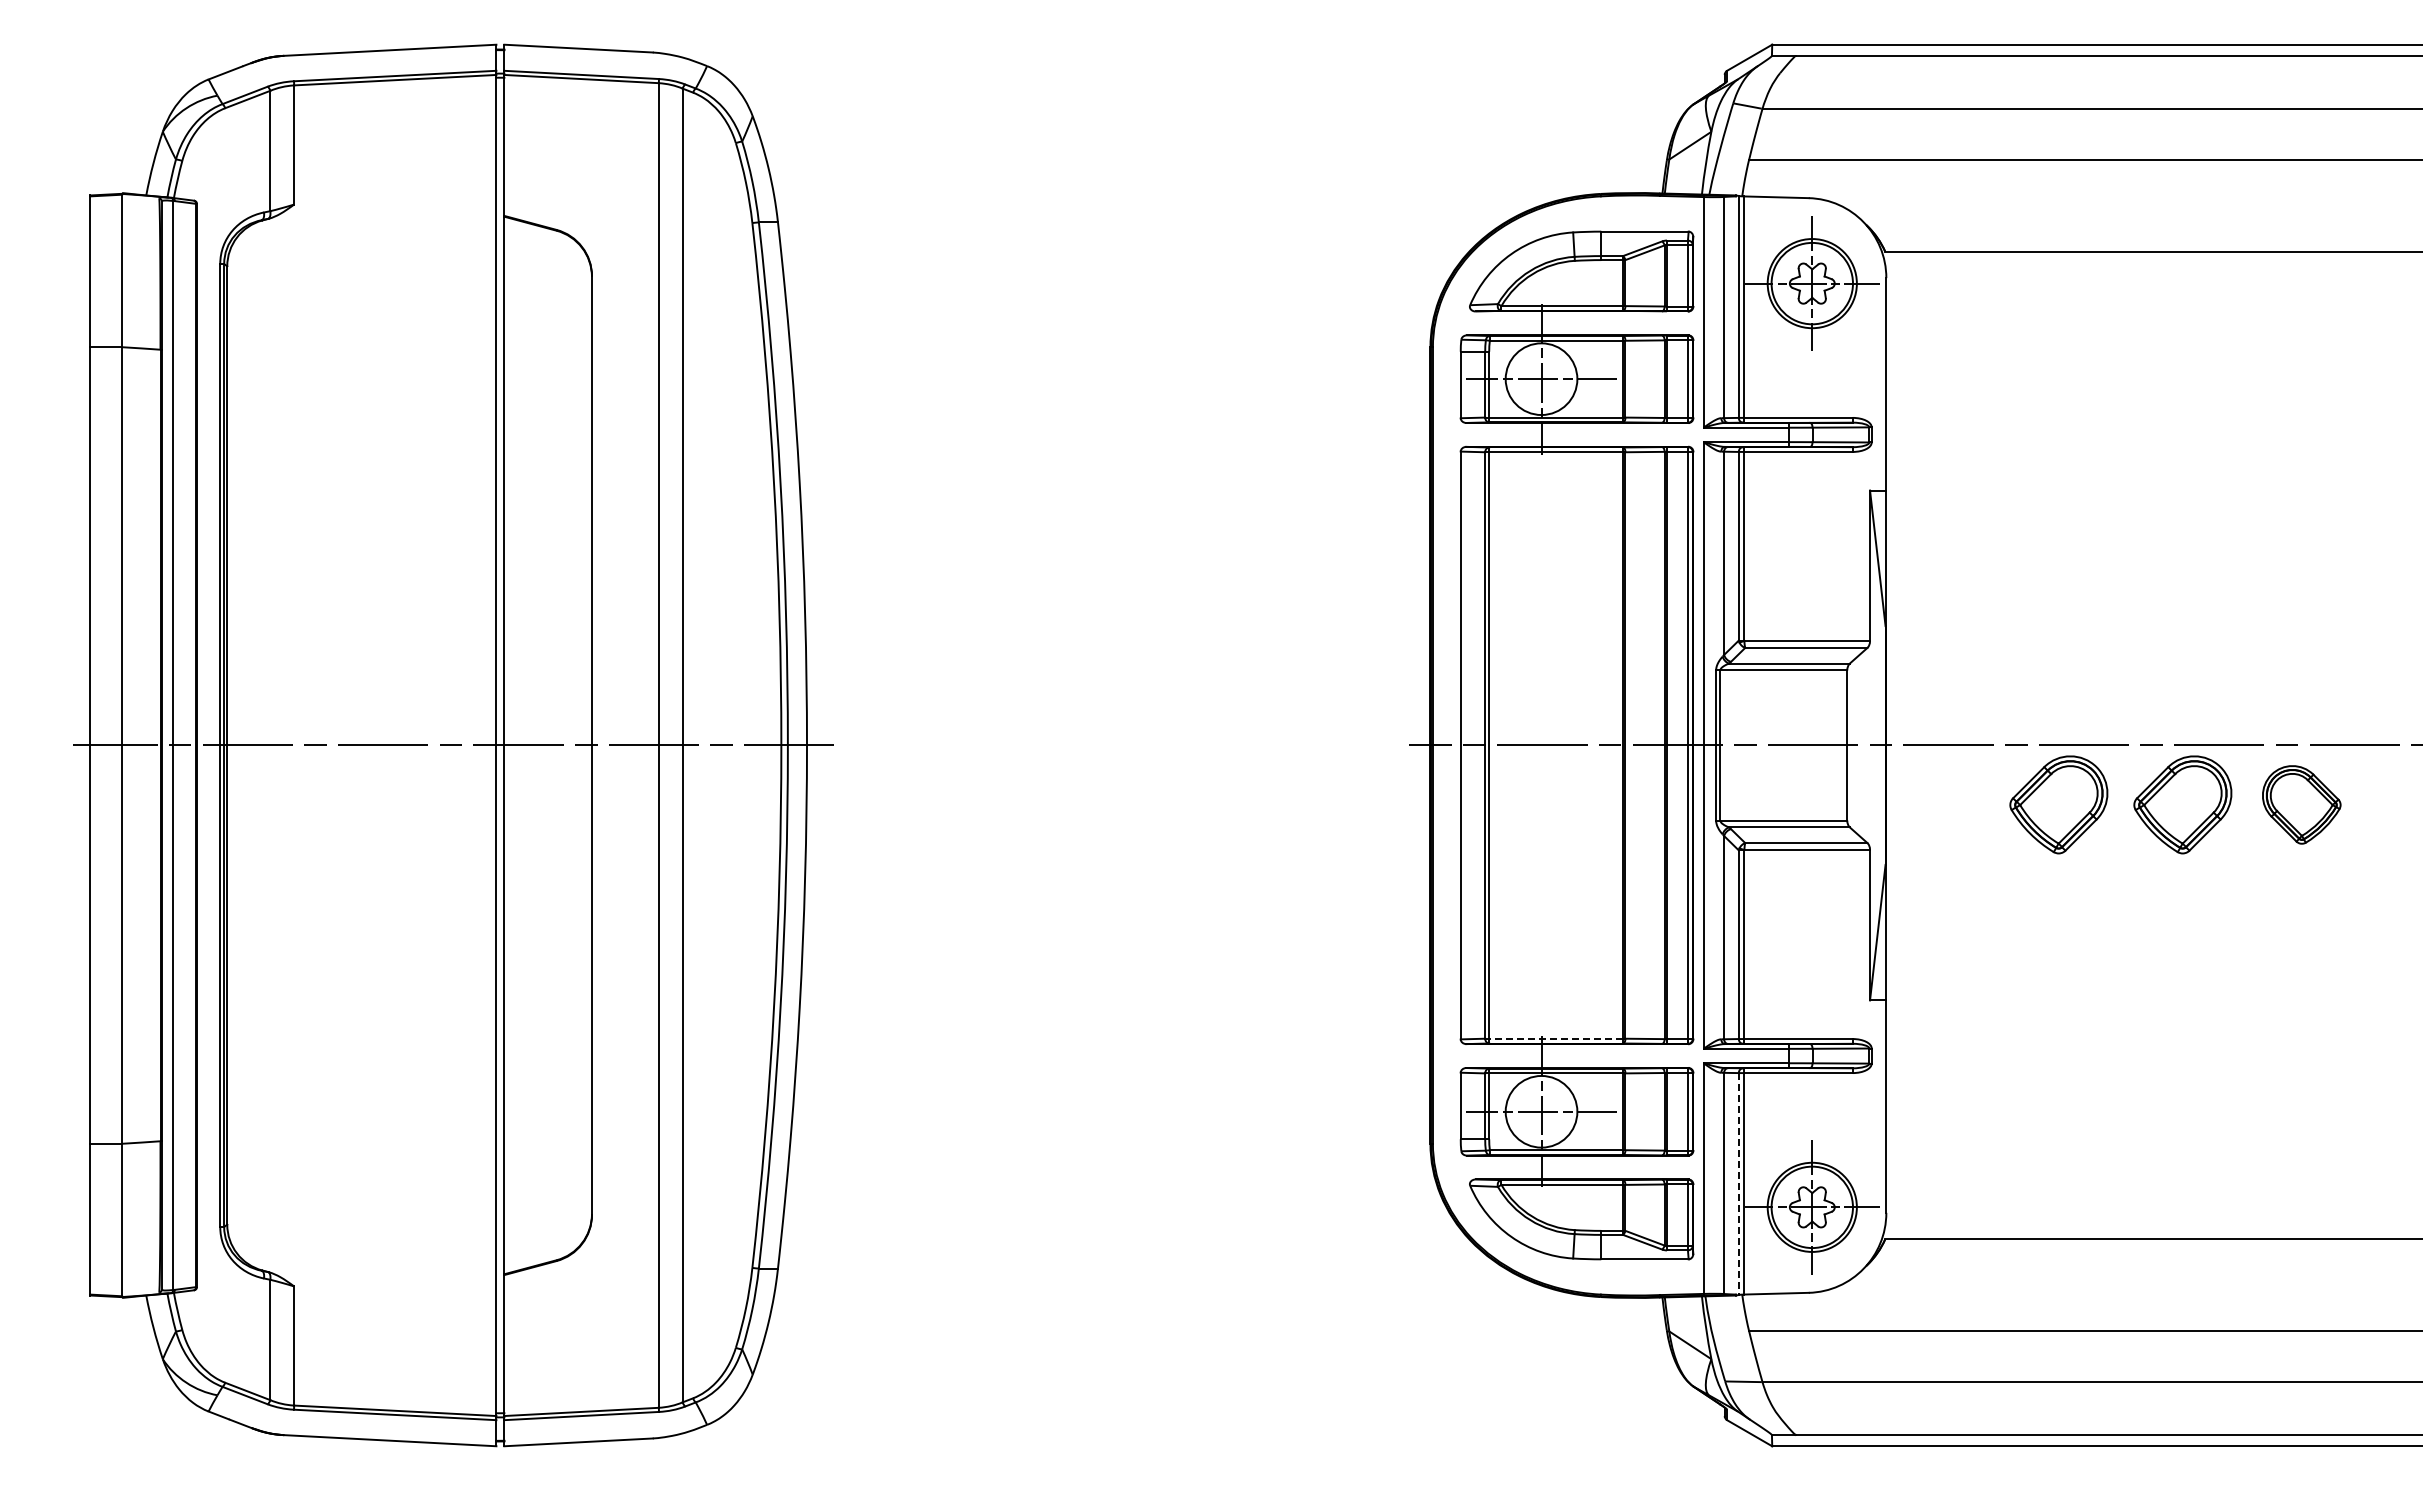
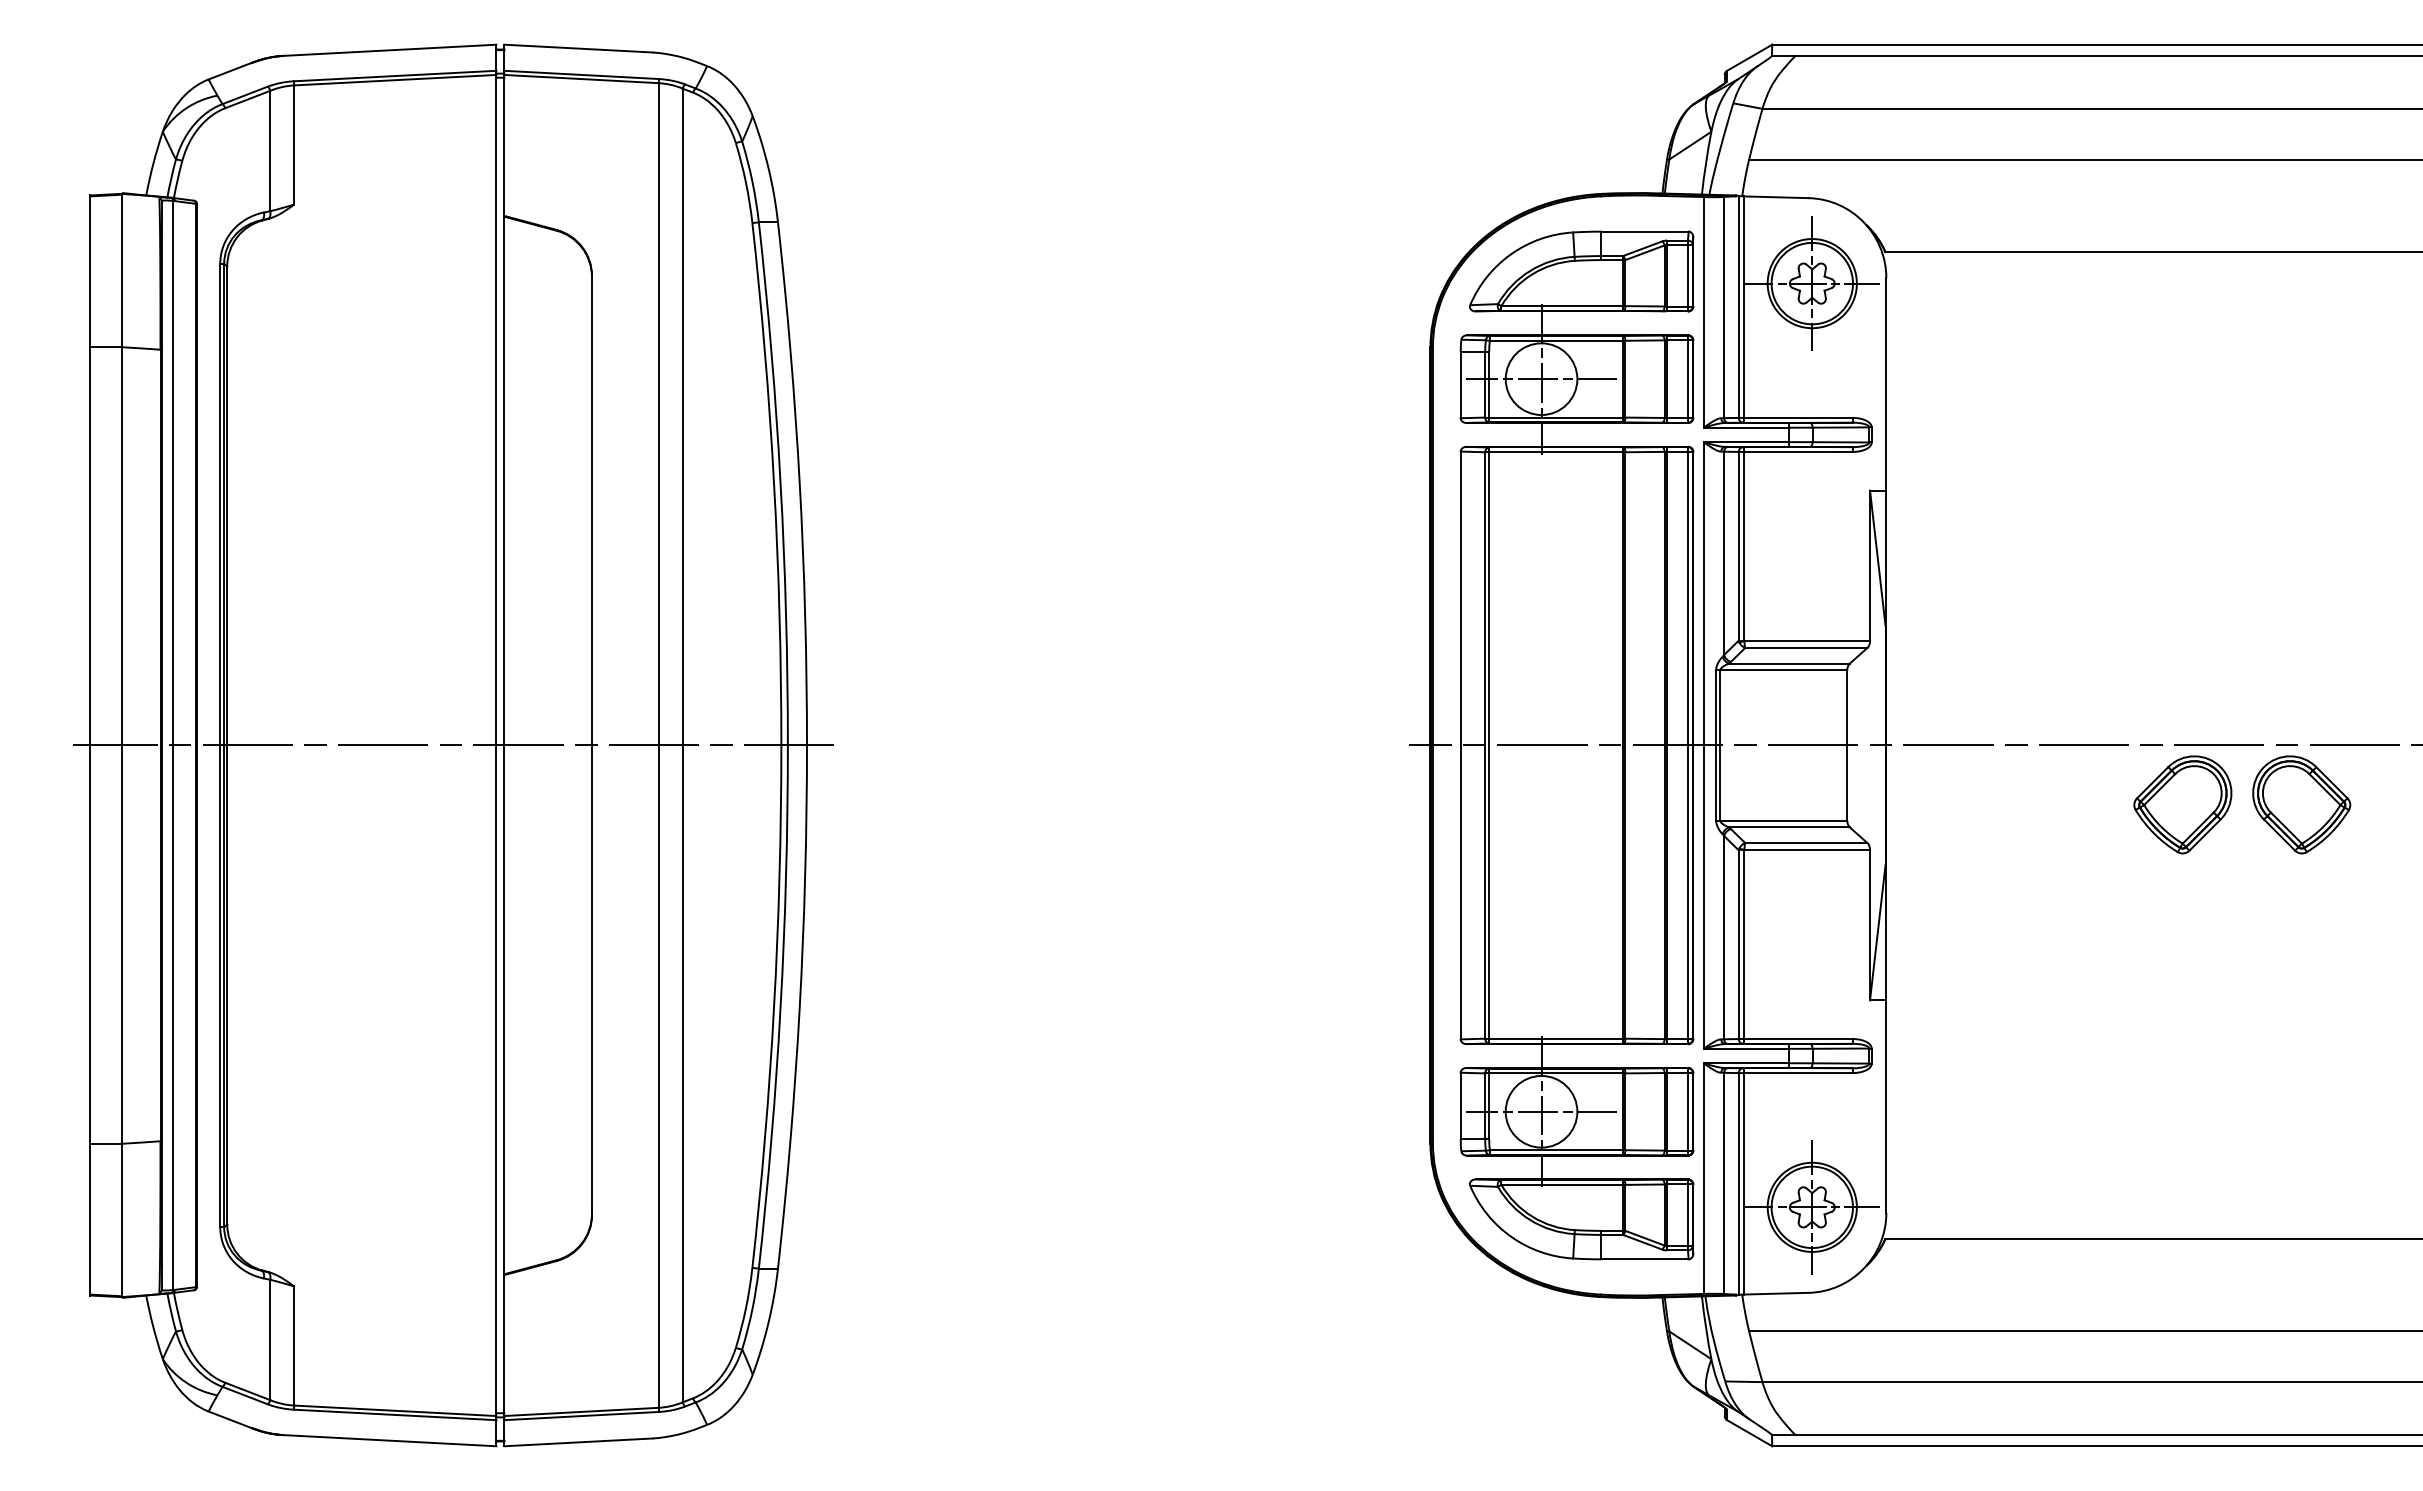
part at (2058, 804): present -> none
part at (2301, 804) size: 80x80 px -> 100x100 px
line at (1556, 1038): dashed -> solid
line at (1738, 1184): dashed -> solid
